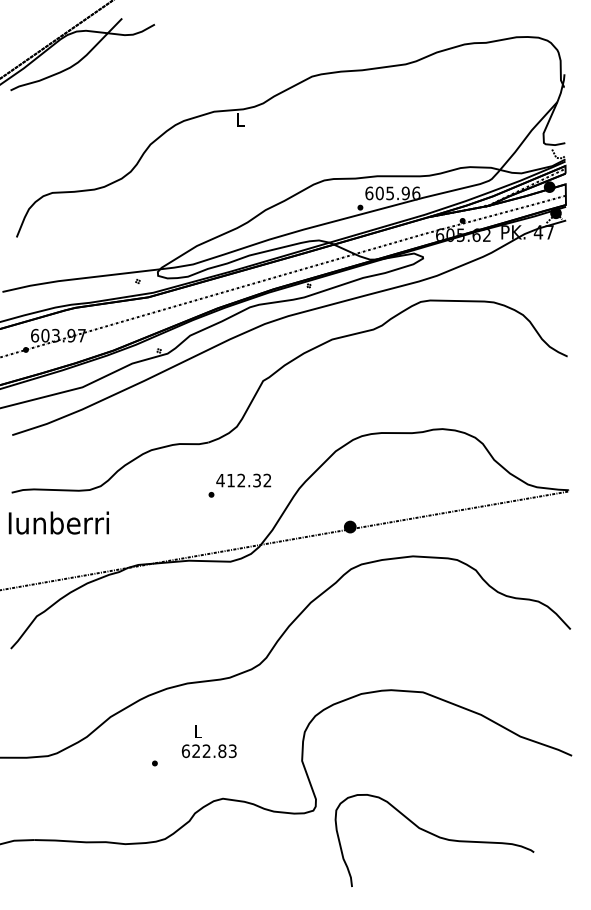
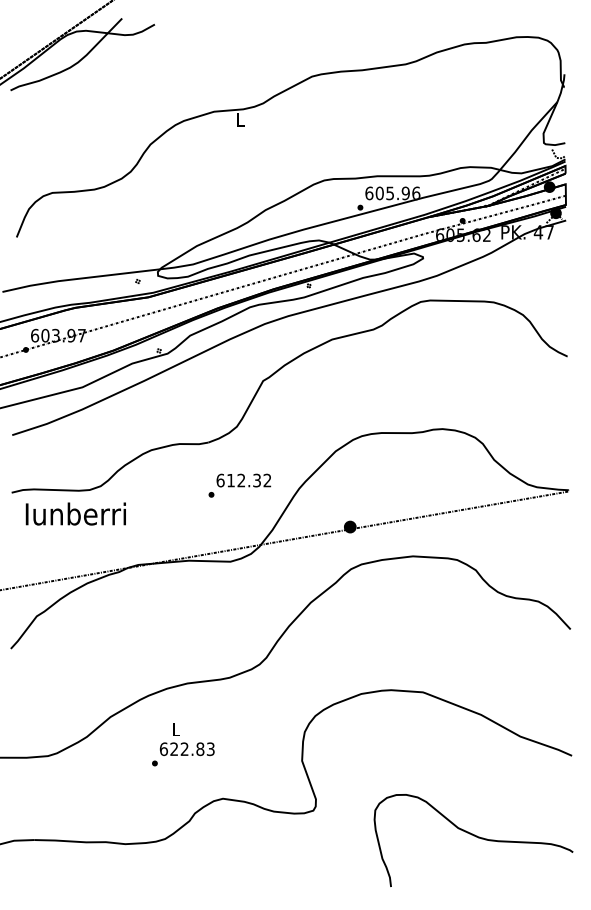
text at (220, 480): 412.32 -> 612.32
text at (58, 522) position: (58, 522) -> (75, 513)
text at (208, 741) position: (208, 741) -> (186, 739)
curve at (434, 836) position: (434, 836) -> (473, 836)
